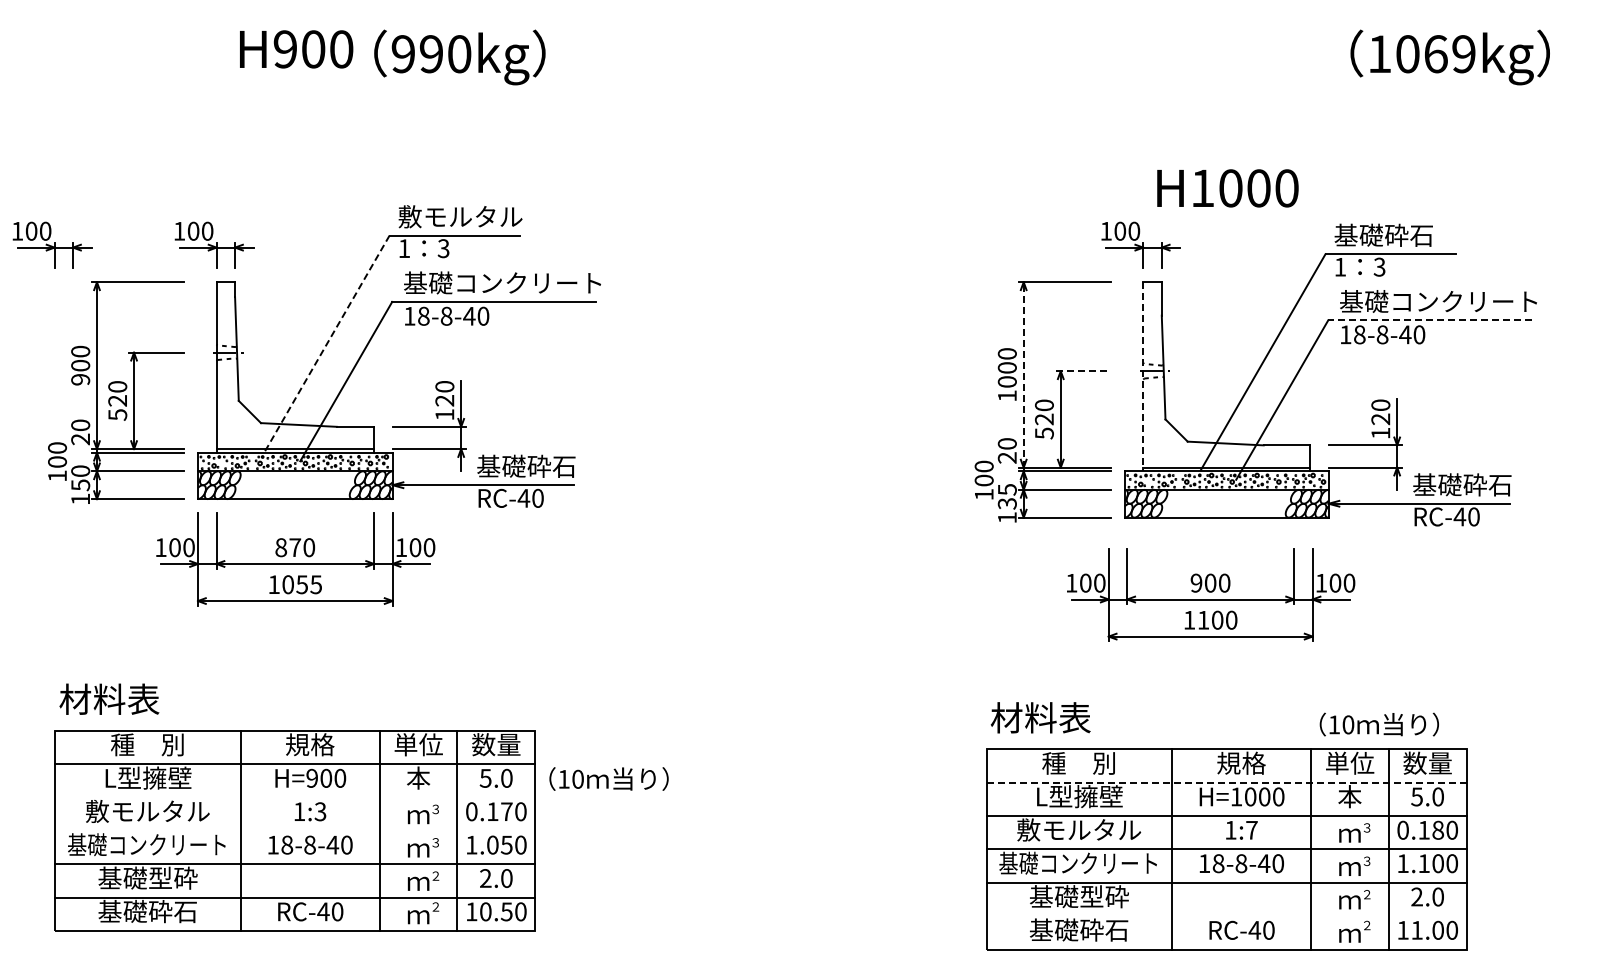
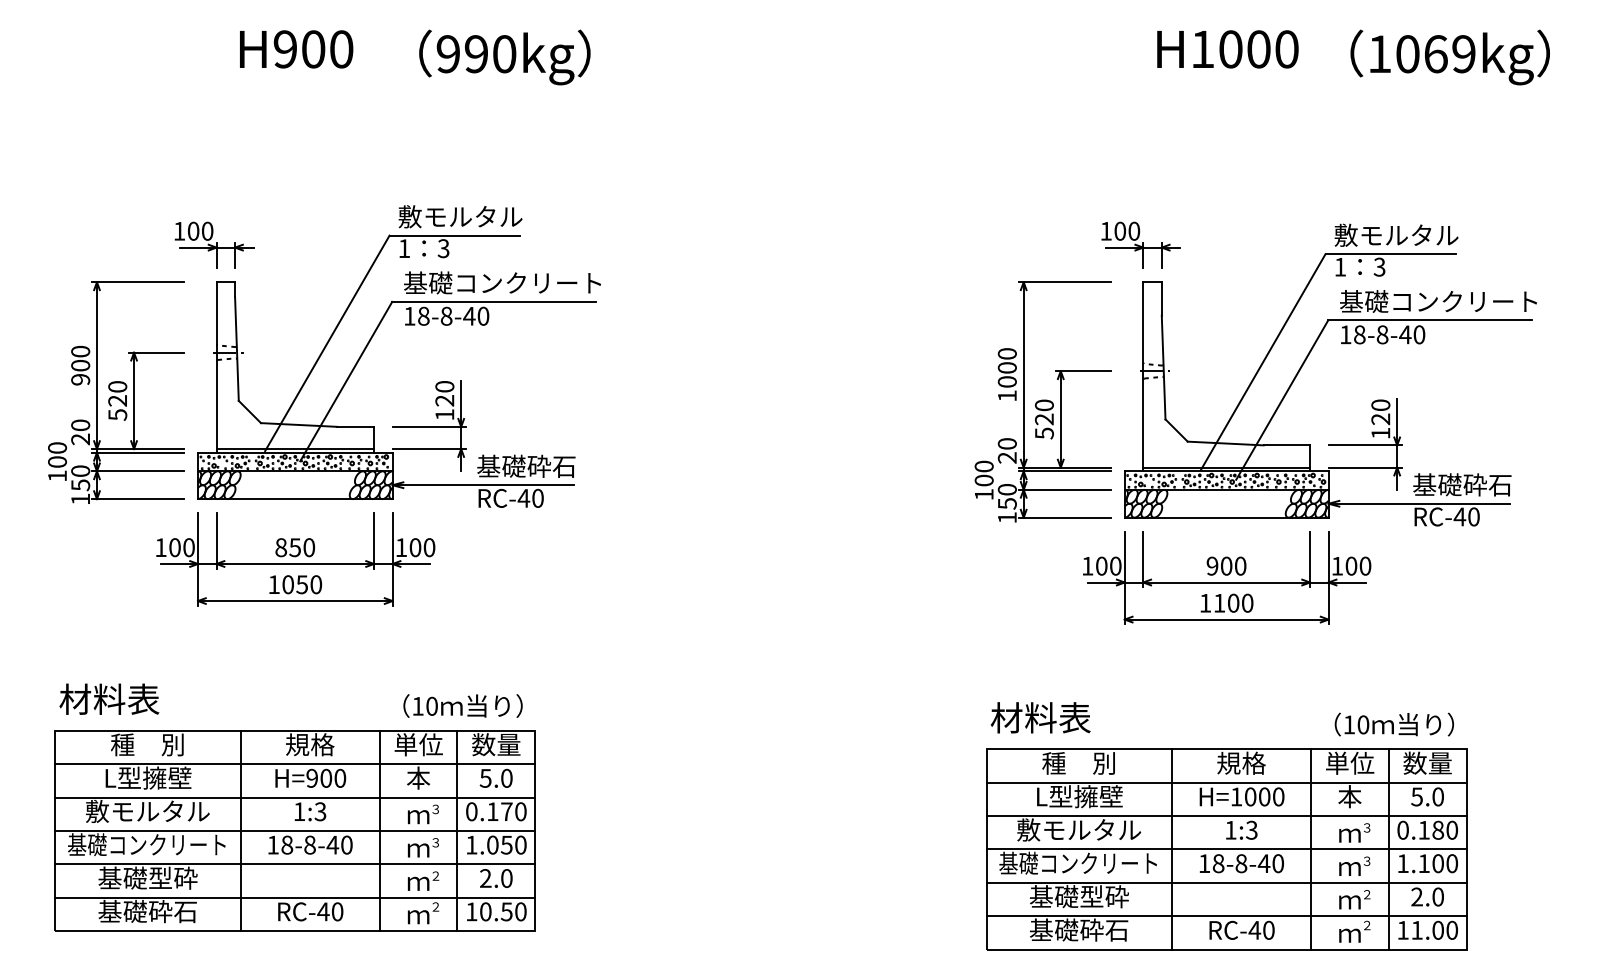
text at (459, 57) position: (459, 57) -> (504, 57)
text at (1227, 188) position: (1227, 188) -> (1227, 49)
text at (1396, 234): 基礎砕石 -> 敷モルタル
part at (52, 244): present -> none
line at (1430, 320): dashed -> solid
line at (327, 342): dashed -> solid
line at (1083, 371): dashed -> solid
line at (1023, 374): dashed -> solid
line at (1143, 376): dashed -> solid
text at (1006, 496): 135 -> 150
text at (295, 547): 870 -> 850
text at (316, 584): 1055 -> 1050
part at (1211, 594) position: (1211, 594) -> (1227, 577)
text at (1378, 724) position: (1378, 724) -> (1393, 724)
text at (608, 778) position: (608, 778) -> (462, 705)
line at (1227, 782): dashed -> solid
line at (295, 797): none -> present
text at (1251, 829): 1:7 -> 1:3
line at (295, 830): none -> present
line at (1226, 916): none -> present
